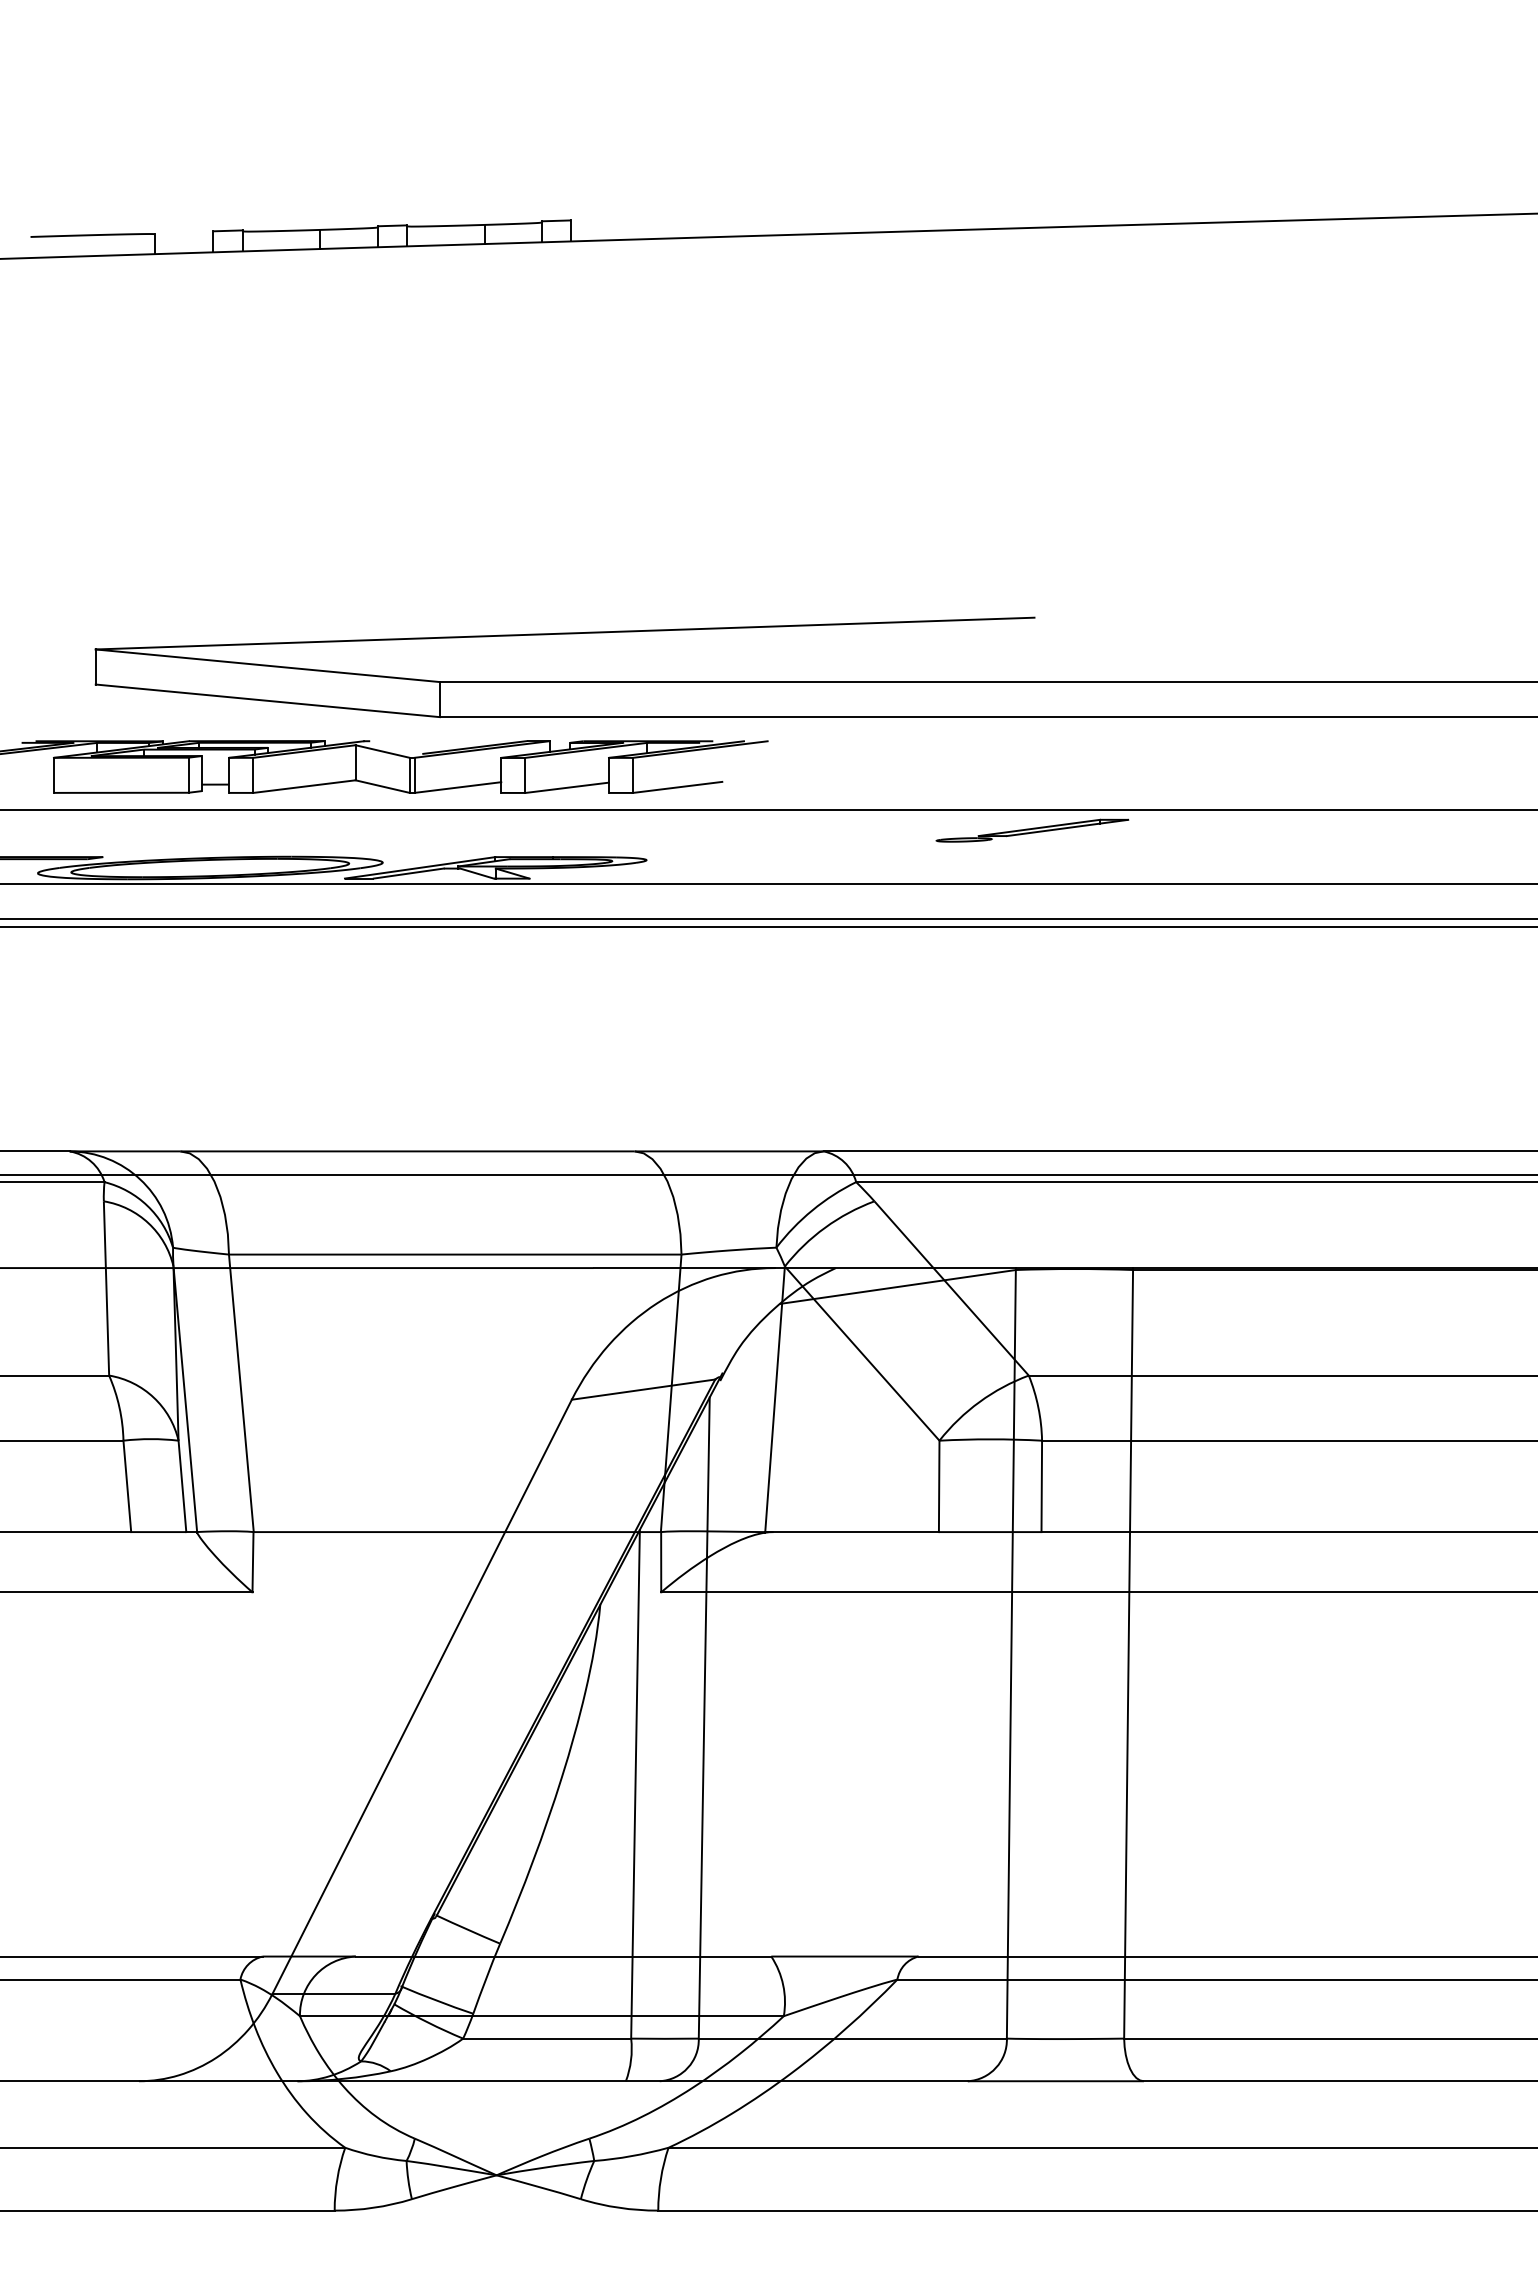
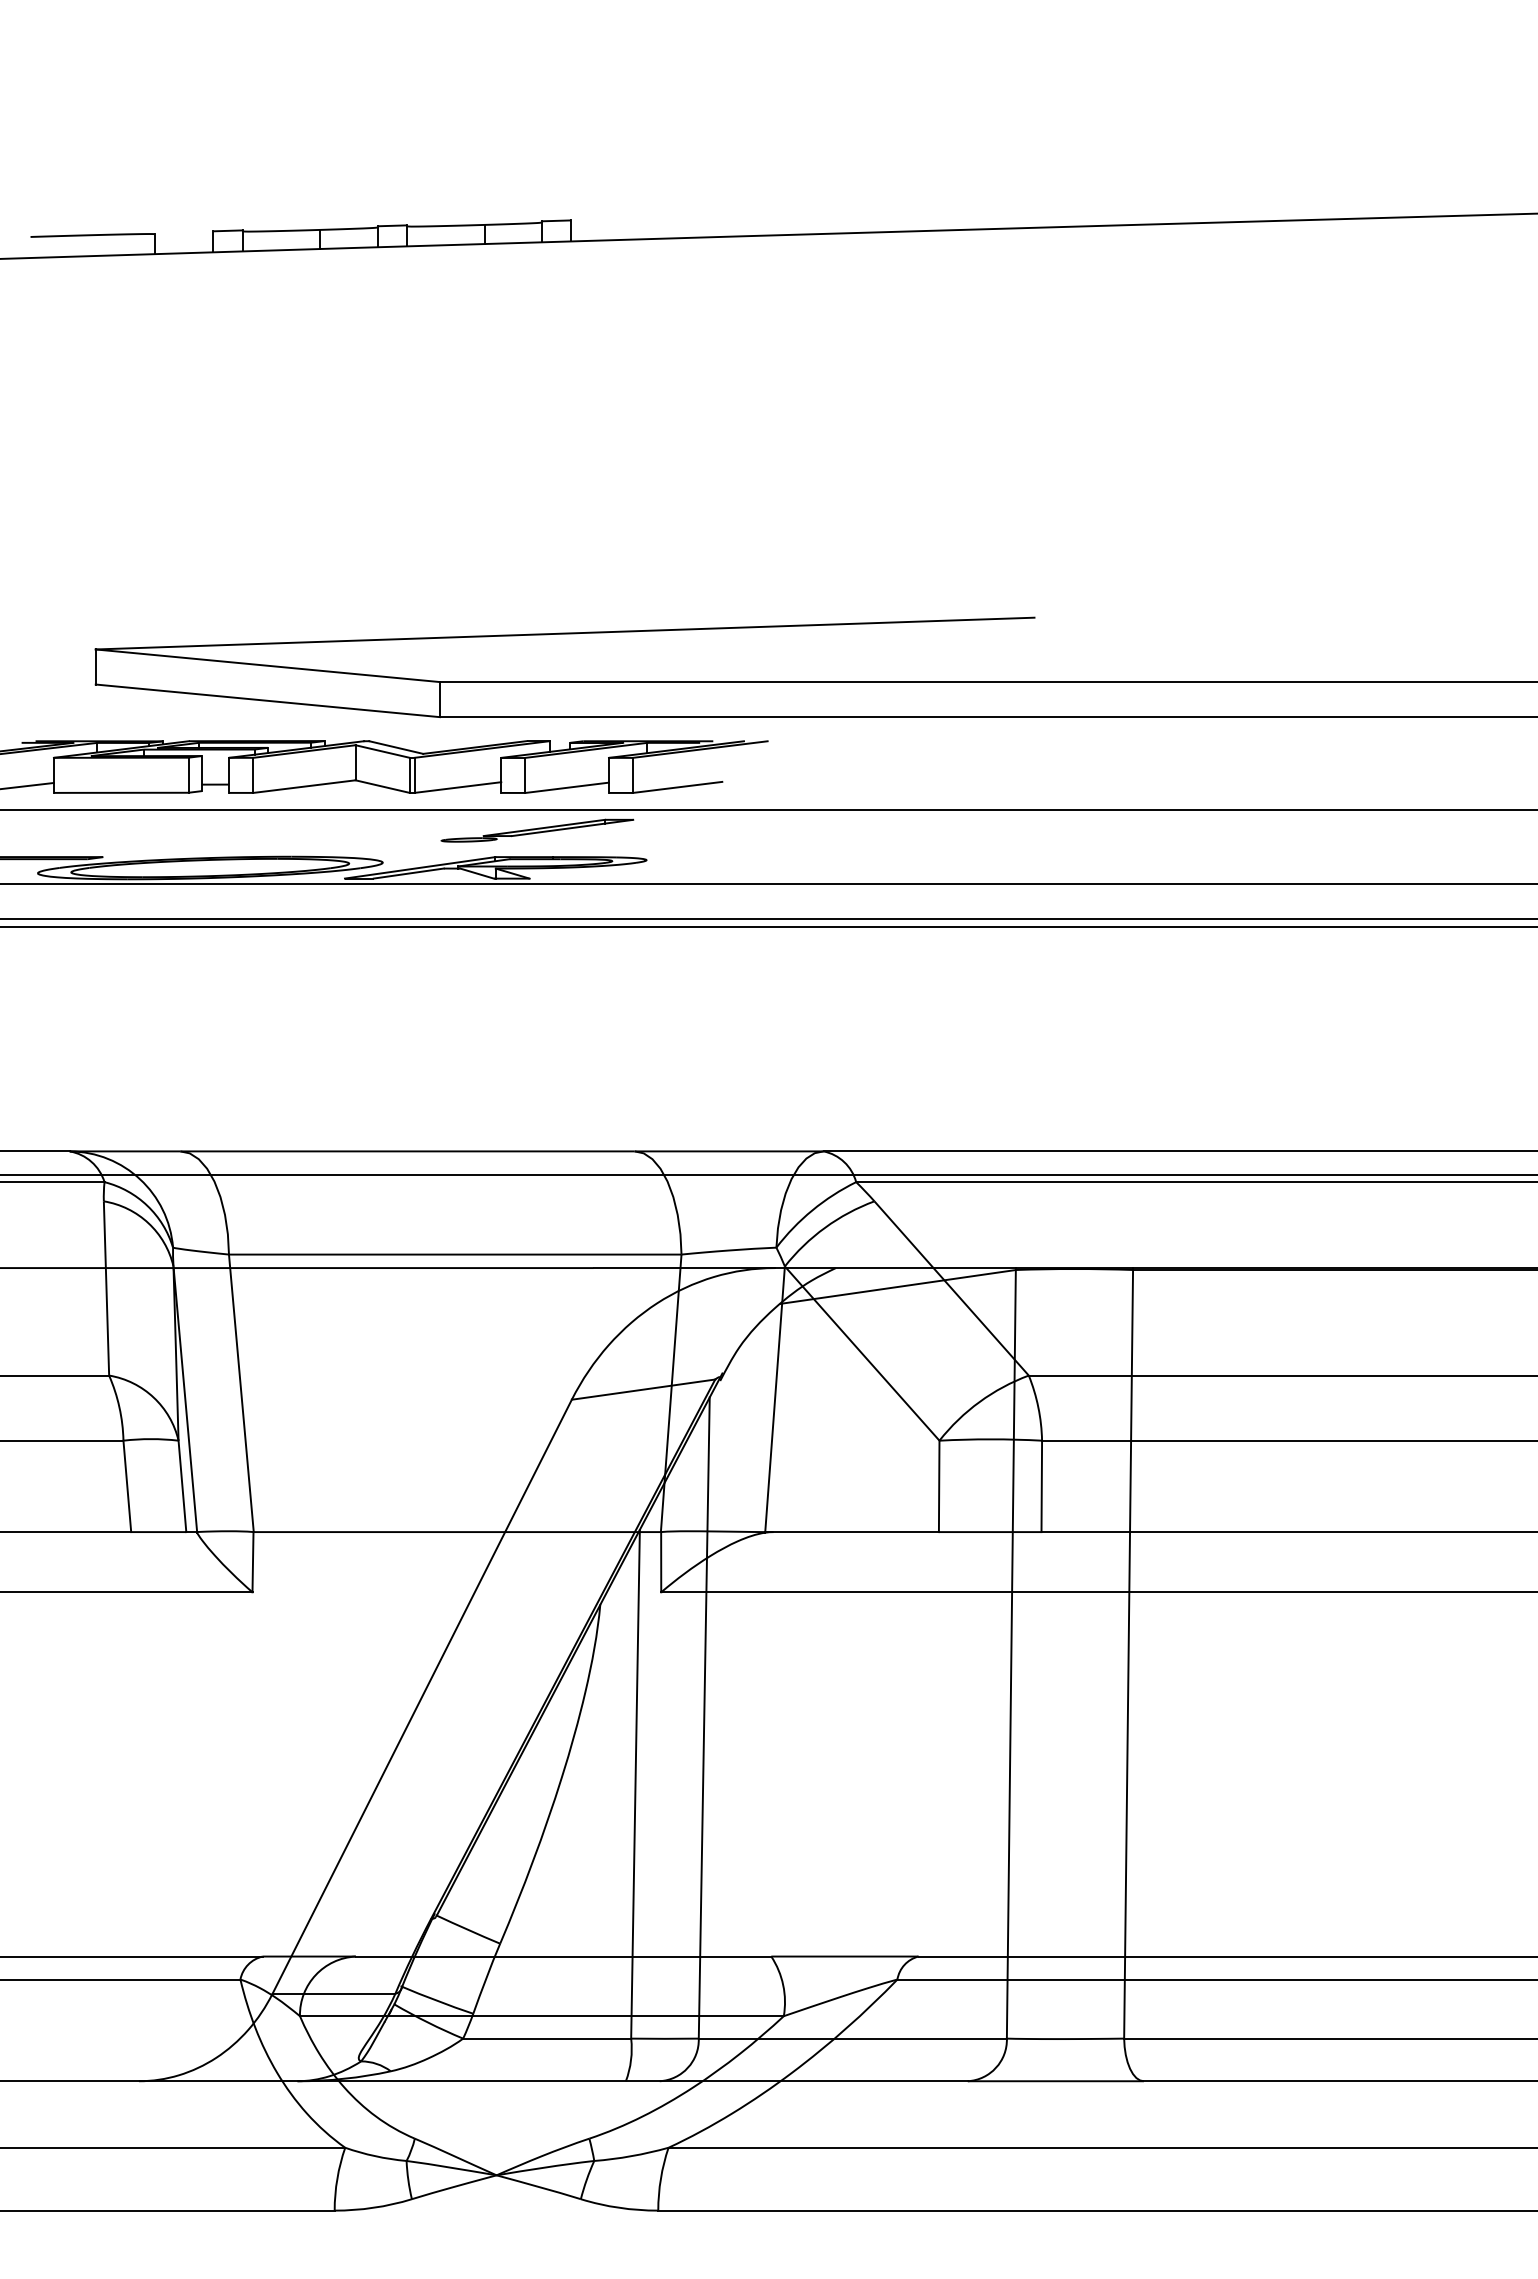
line at (396, 747): none -> present
line at (27, 785): none -> present
part at (1032, 830) position: (1032, 830) -> (537, 830)
